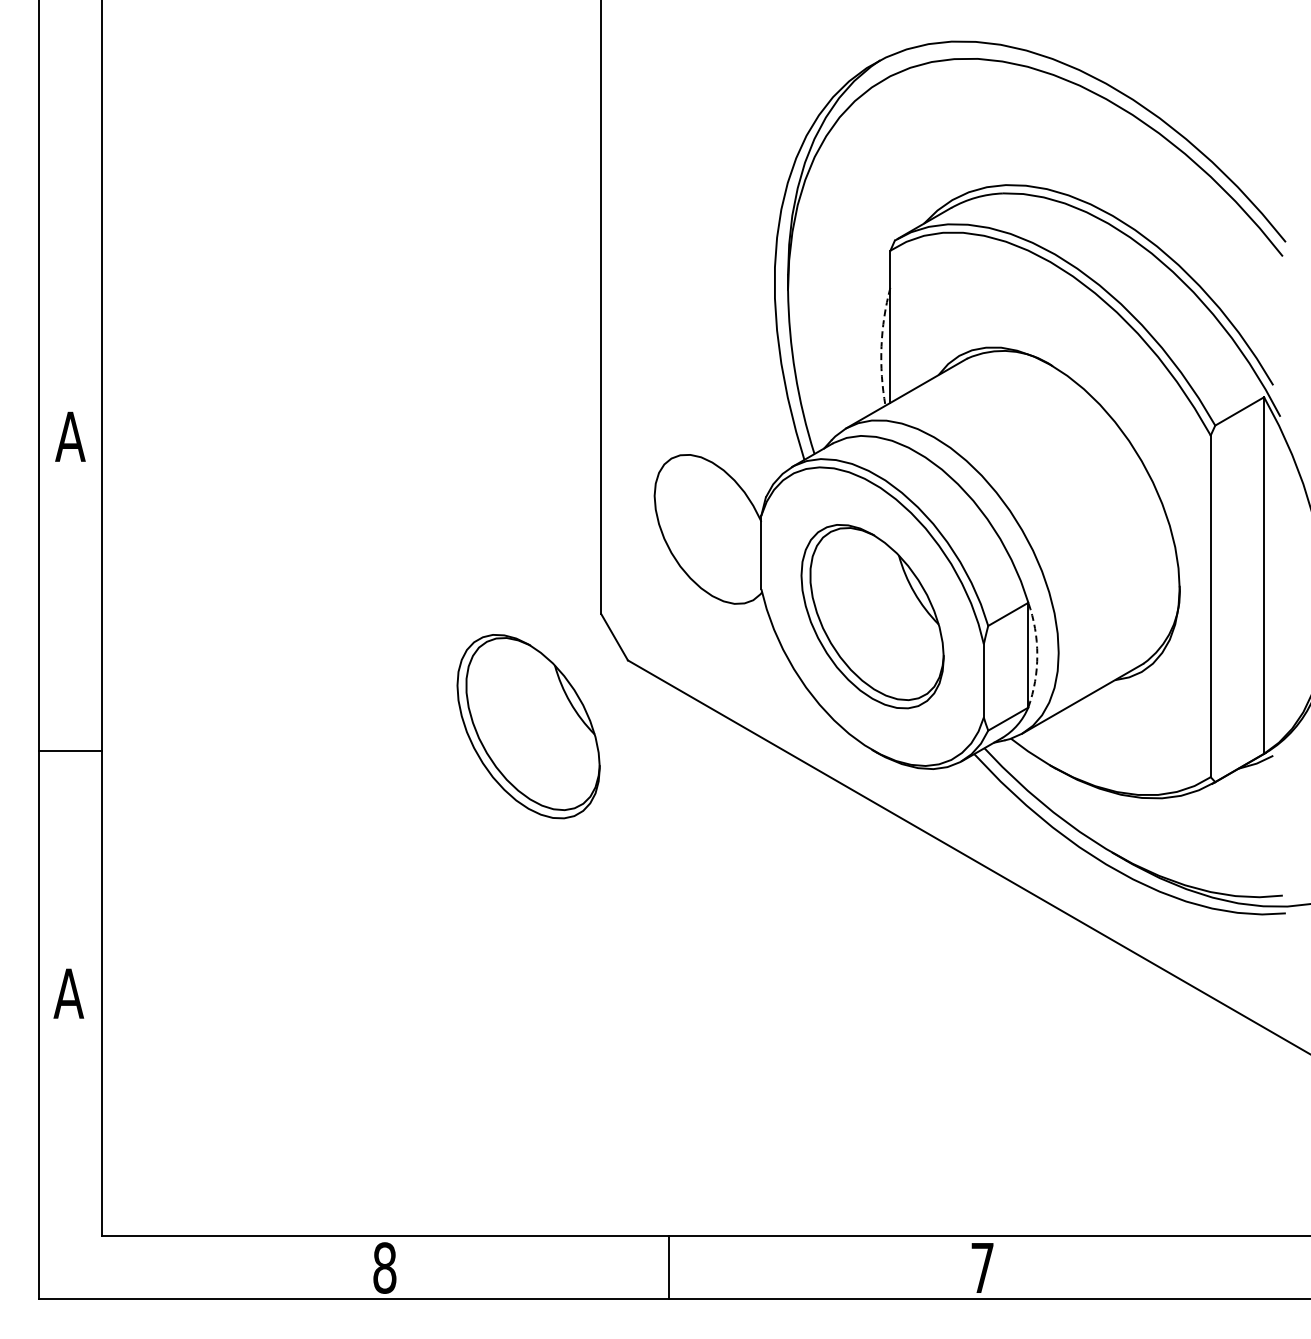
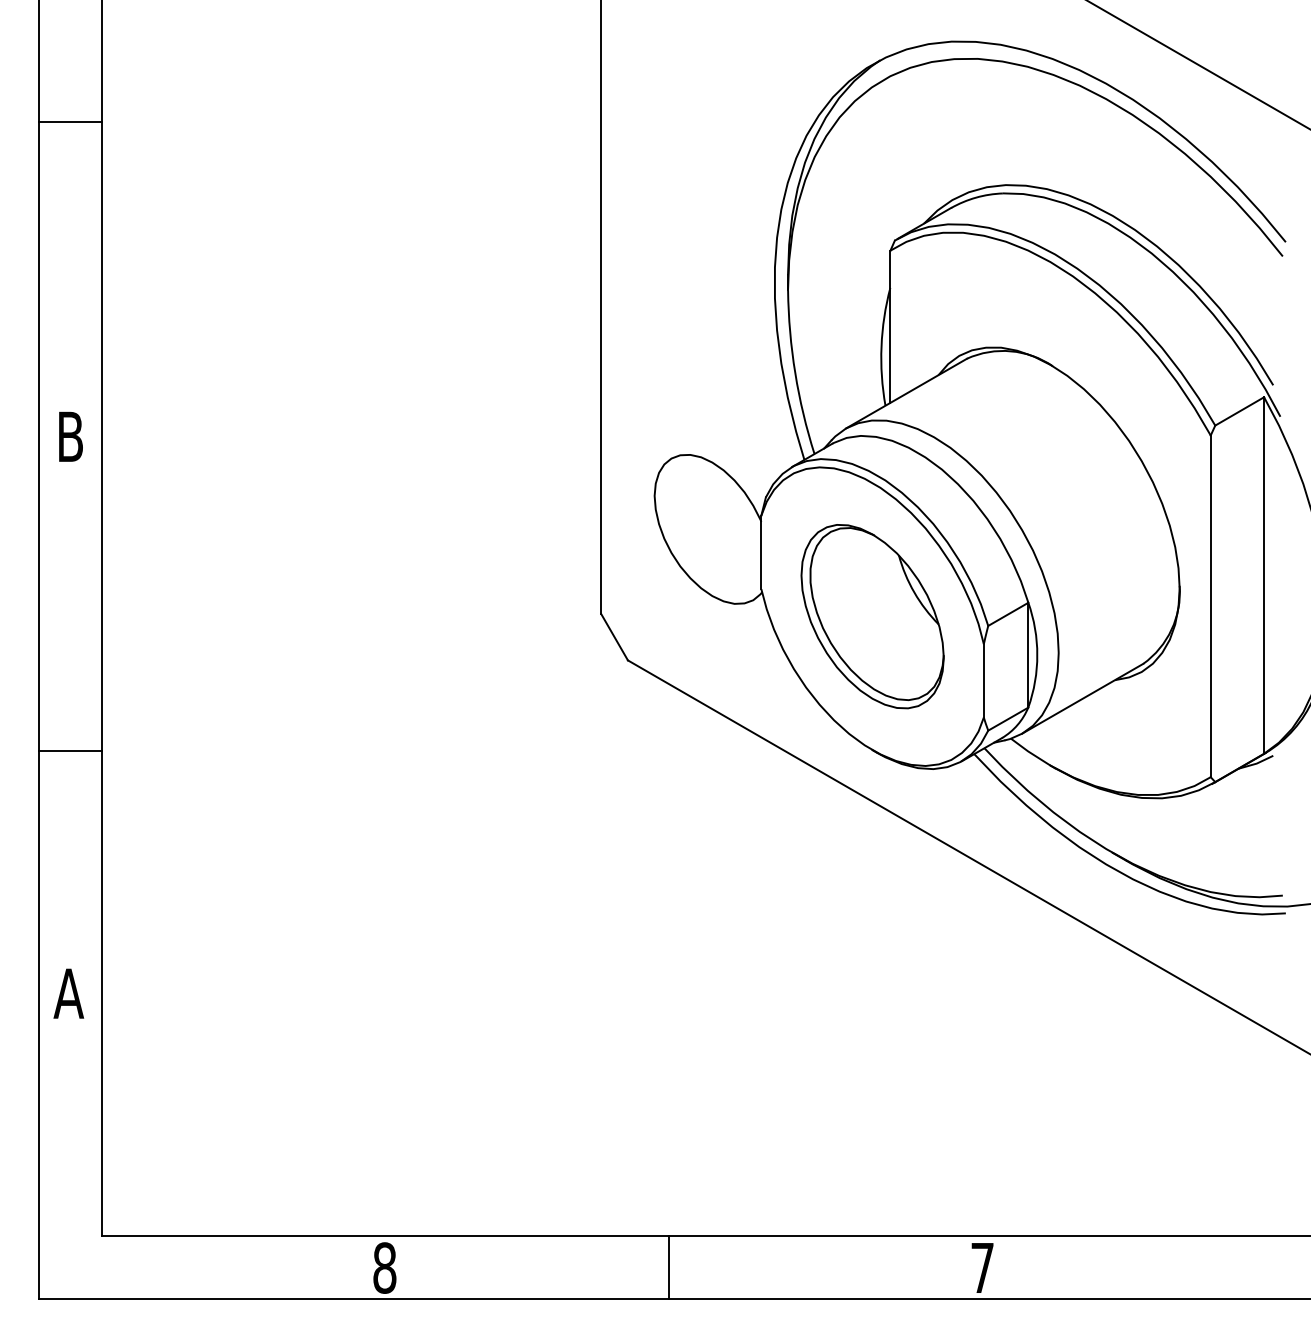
line at (1198, 64): none -> present
line at (70, 122): none -> present
arc at (881, 346): dashed -> solid
text at (70, 436): A -> B
arc at (1037, 655): dashed -> solid
part at (528, 726): present -> none
